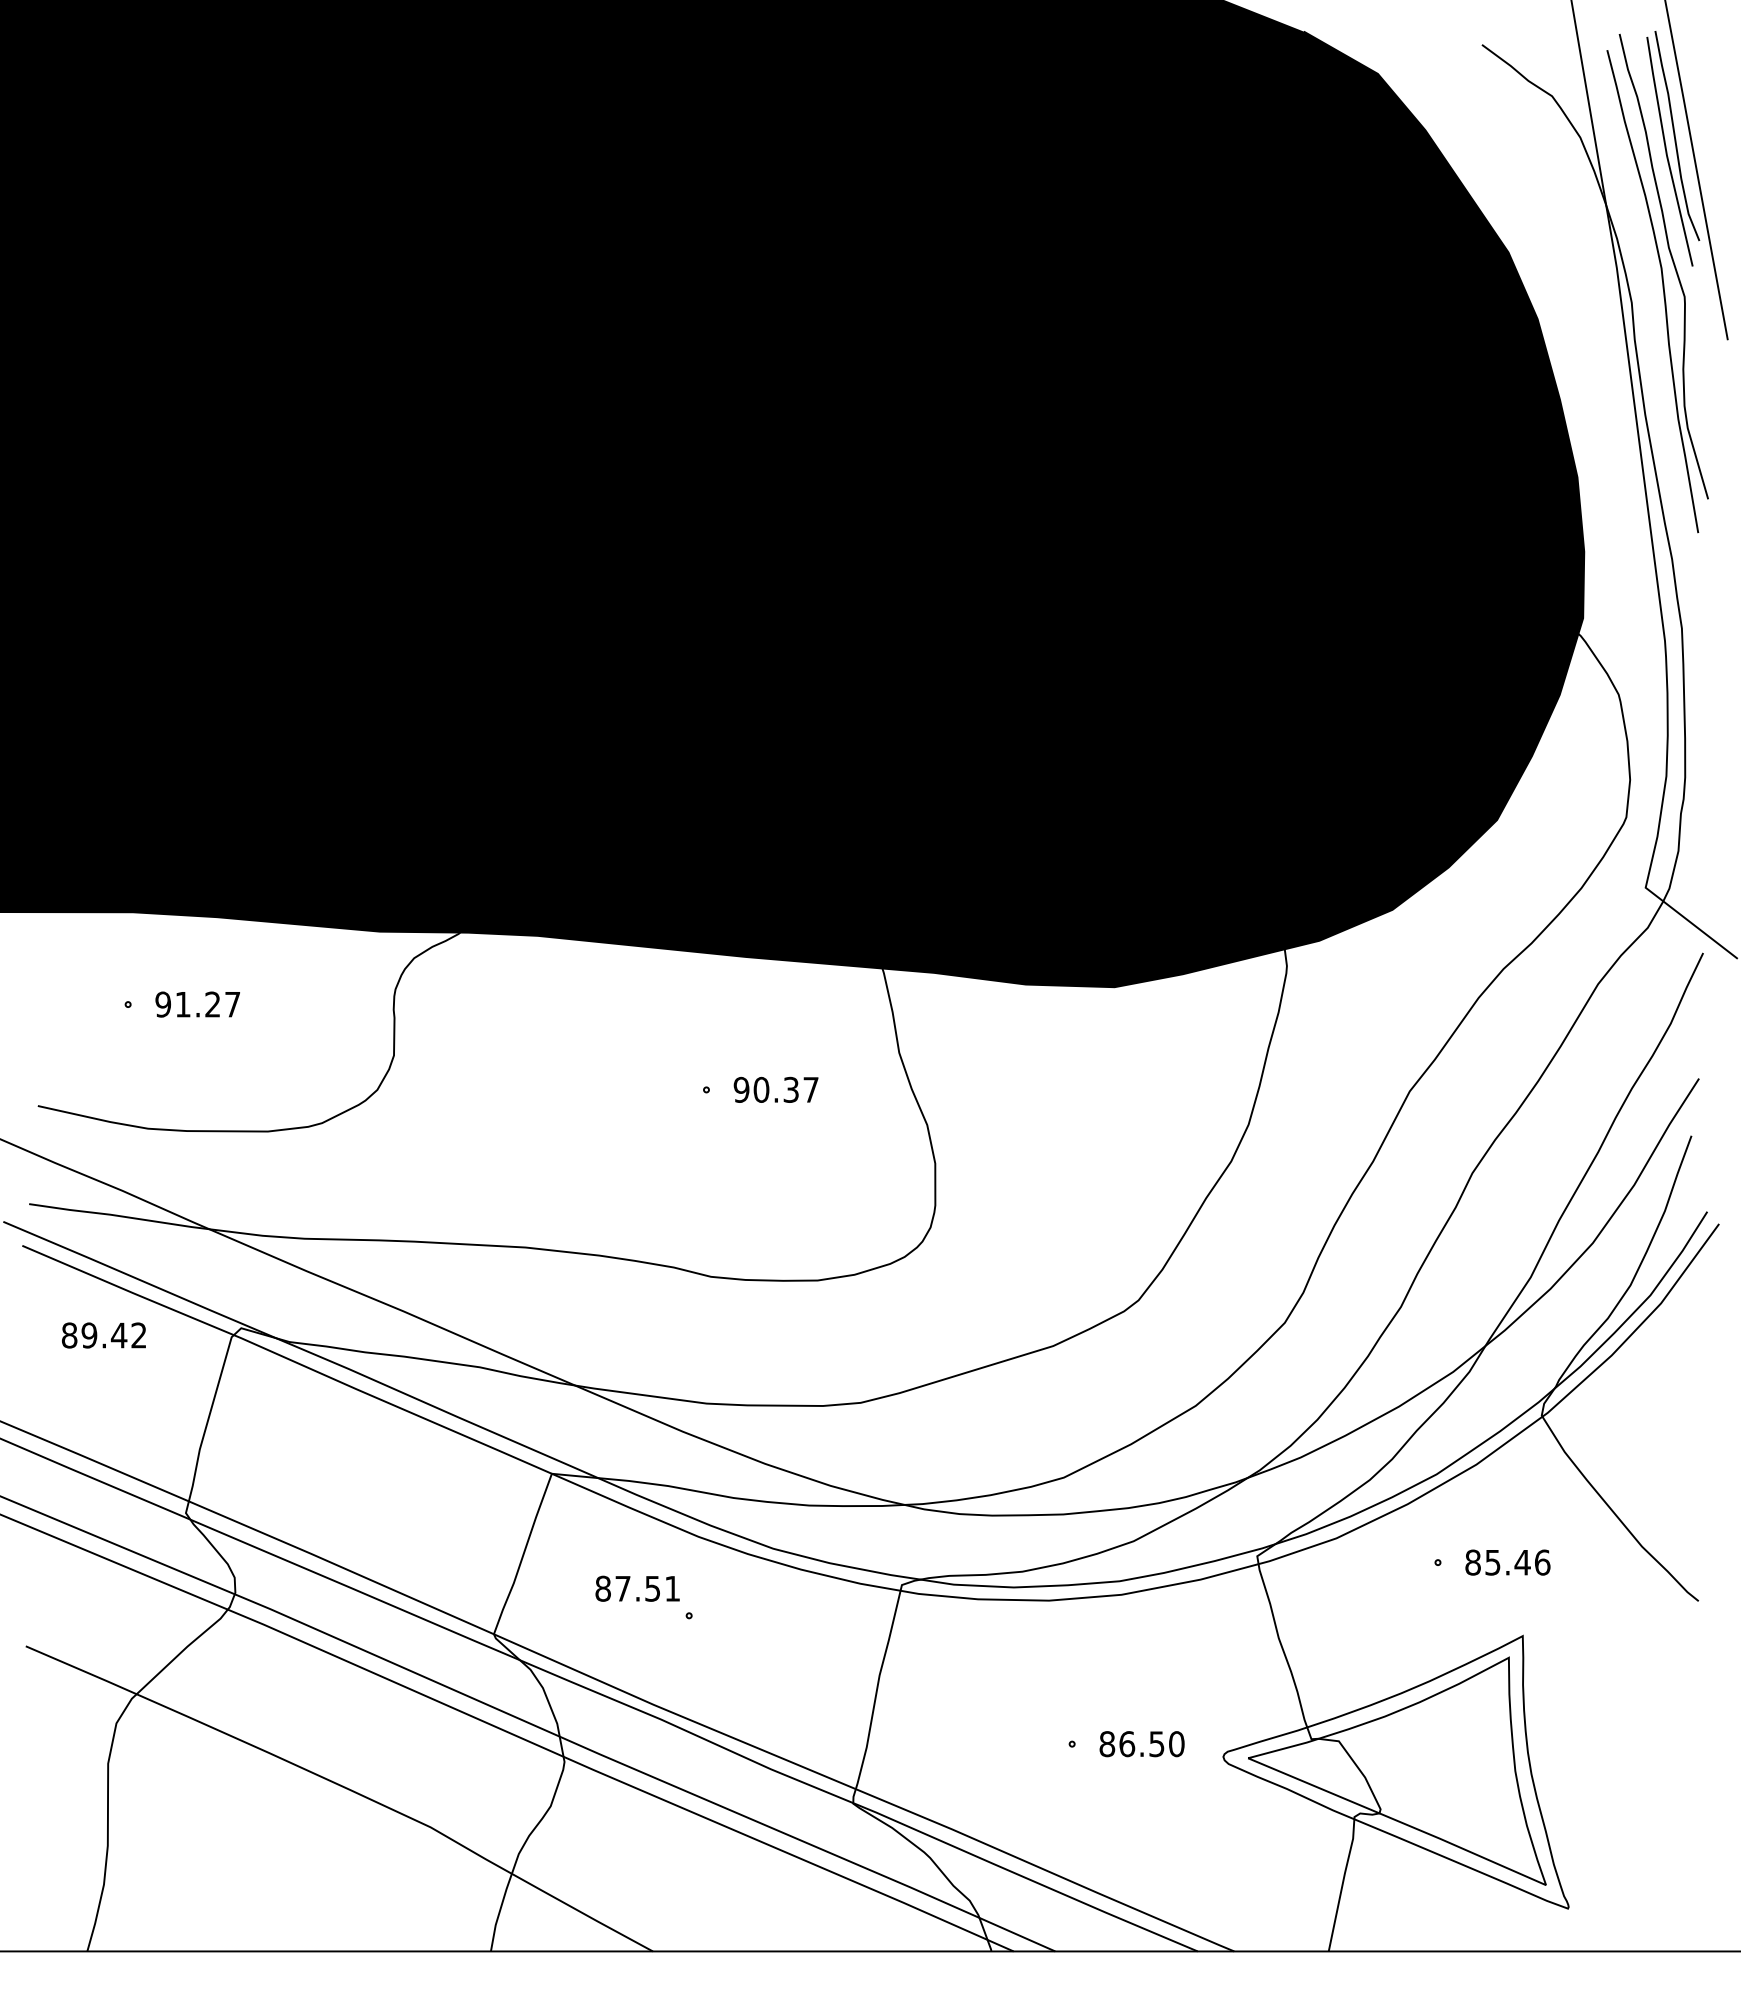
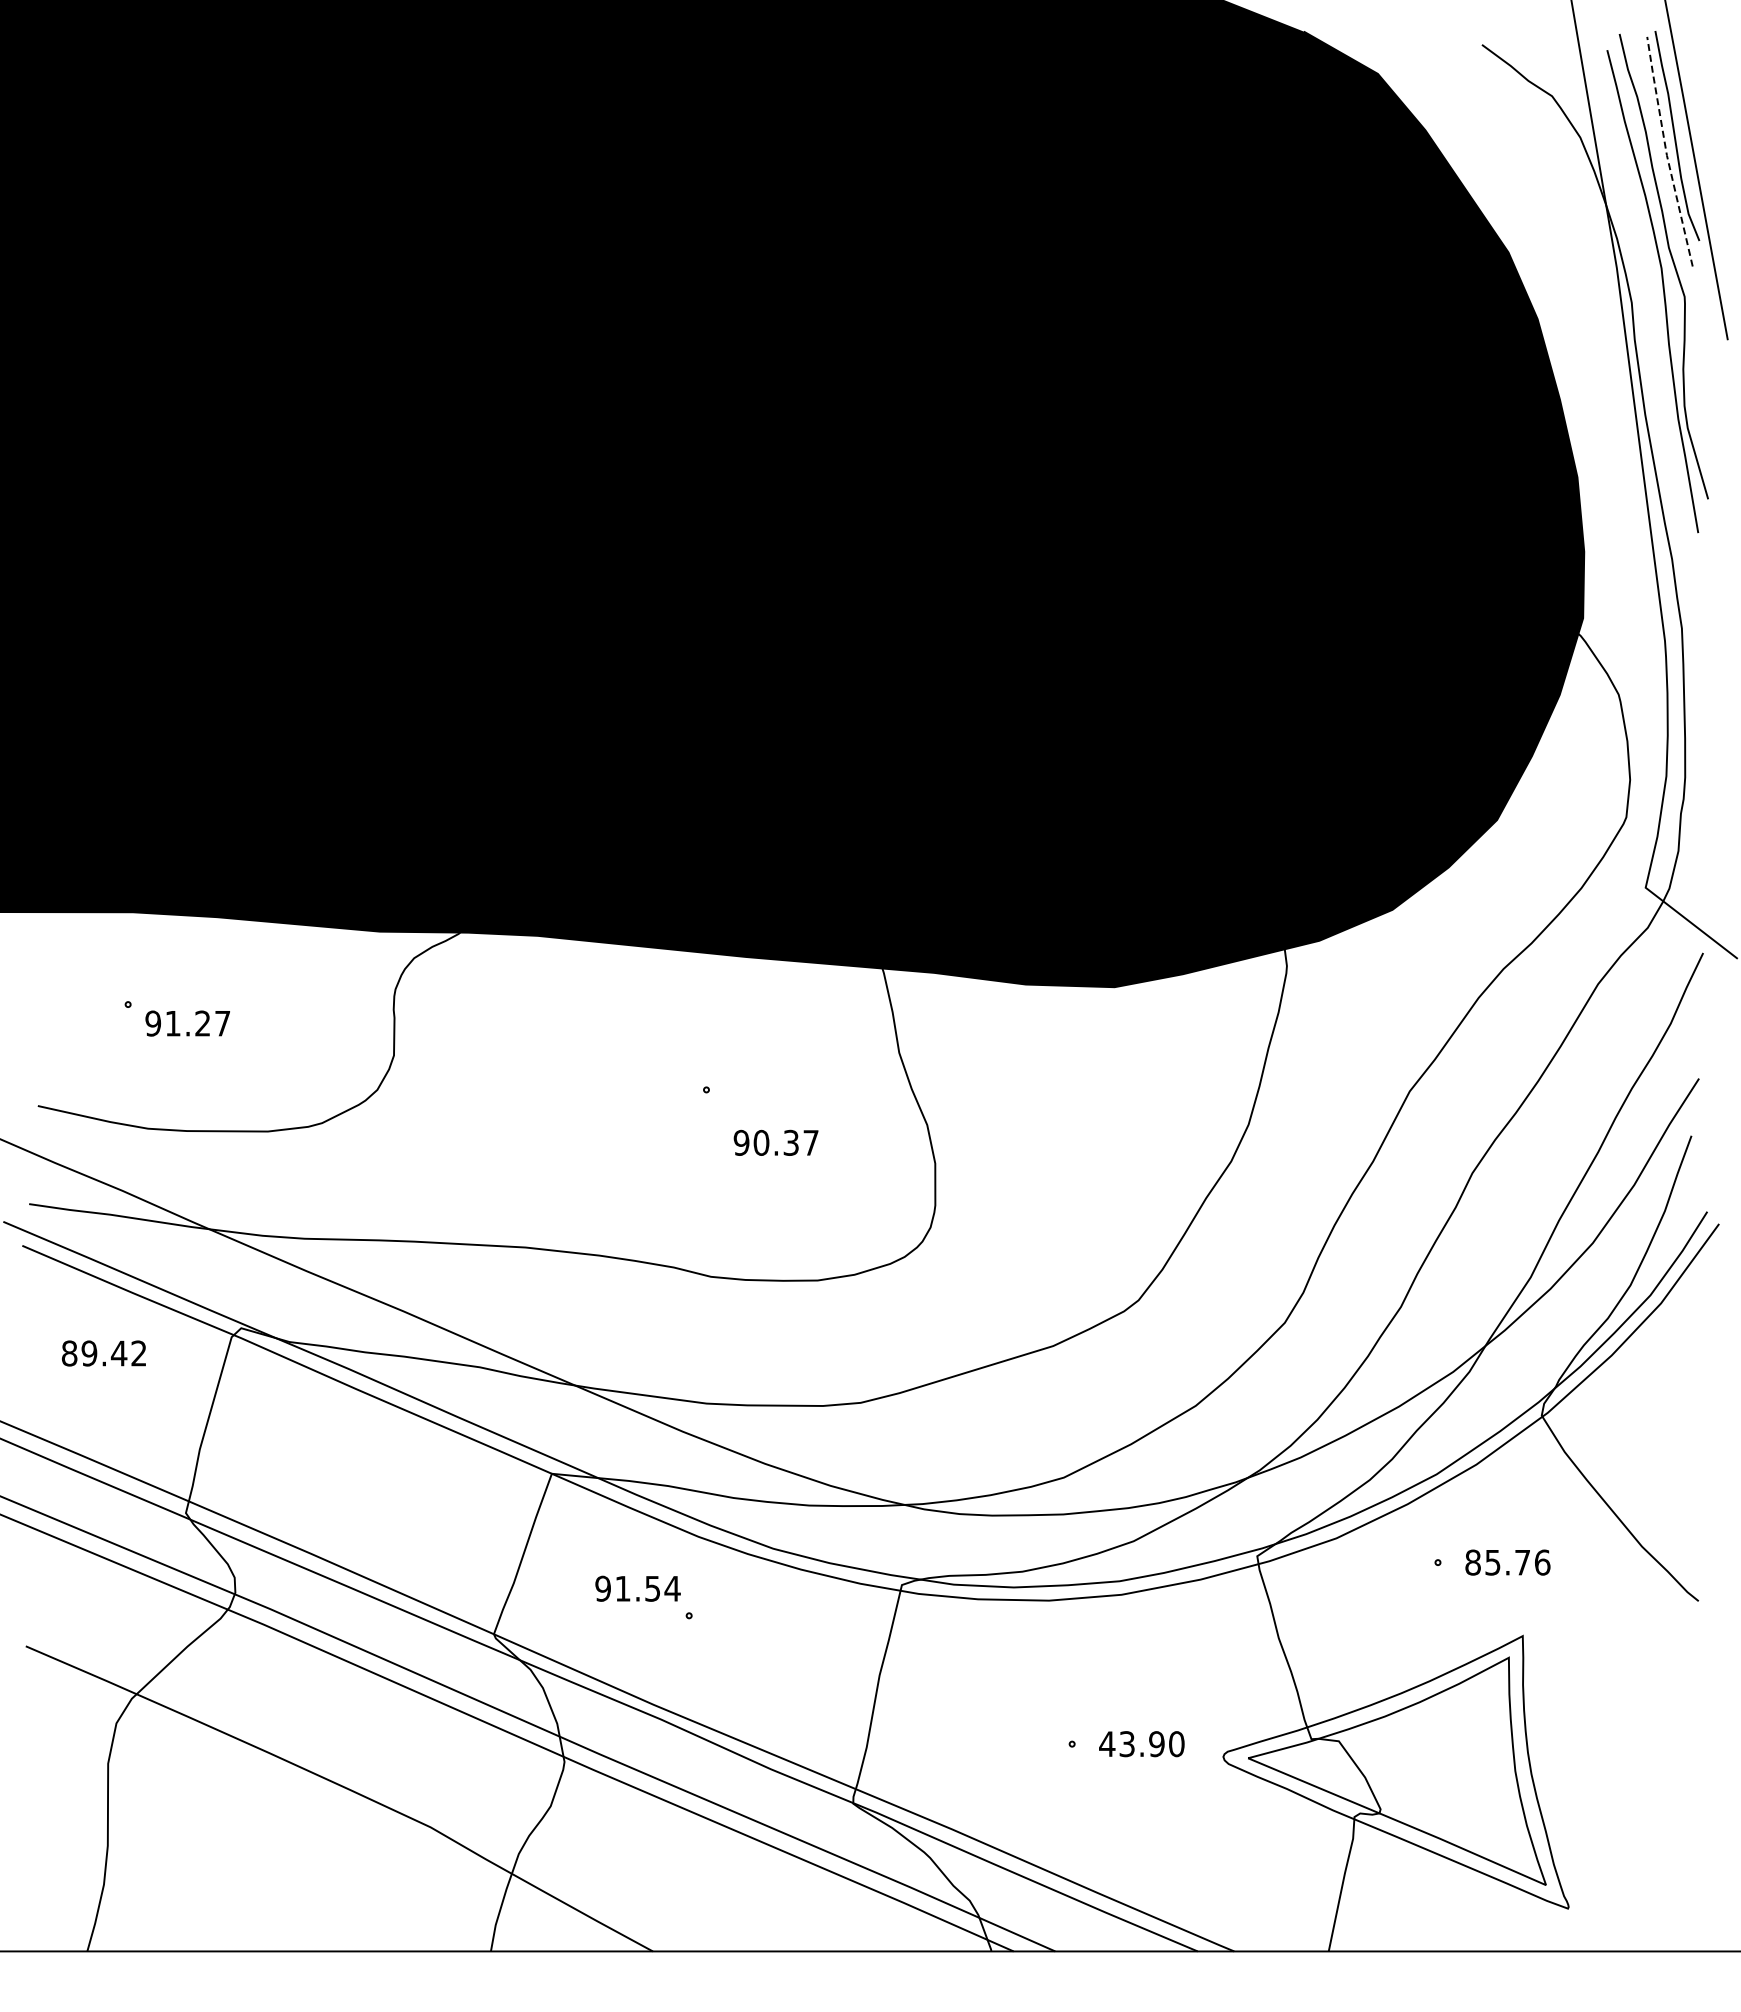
line at (1666, 151): solid -> dashed
text at (197, 1004) position: (197, 1004) -> (187, 1023)
text at (775, 1089) position: (775, 1089) -> (775, 1142)
text at (103, 1335) position: (103, 1335) -> (103, 1353)
text at (1522, 1562): 85.46 -> 85.76
text at (637, 1588): 87.51 -> 91.54
text at (1131, 1744): 86.50 -> 43.90
